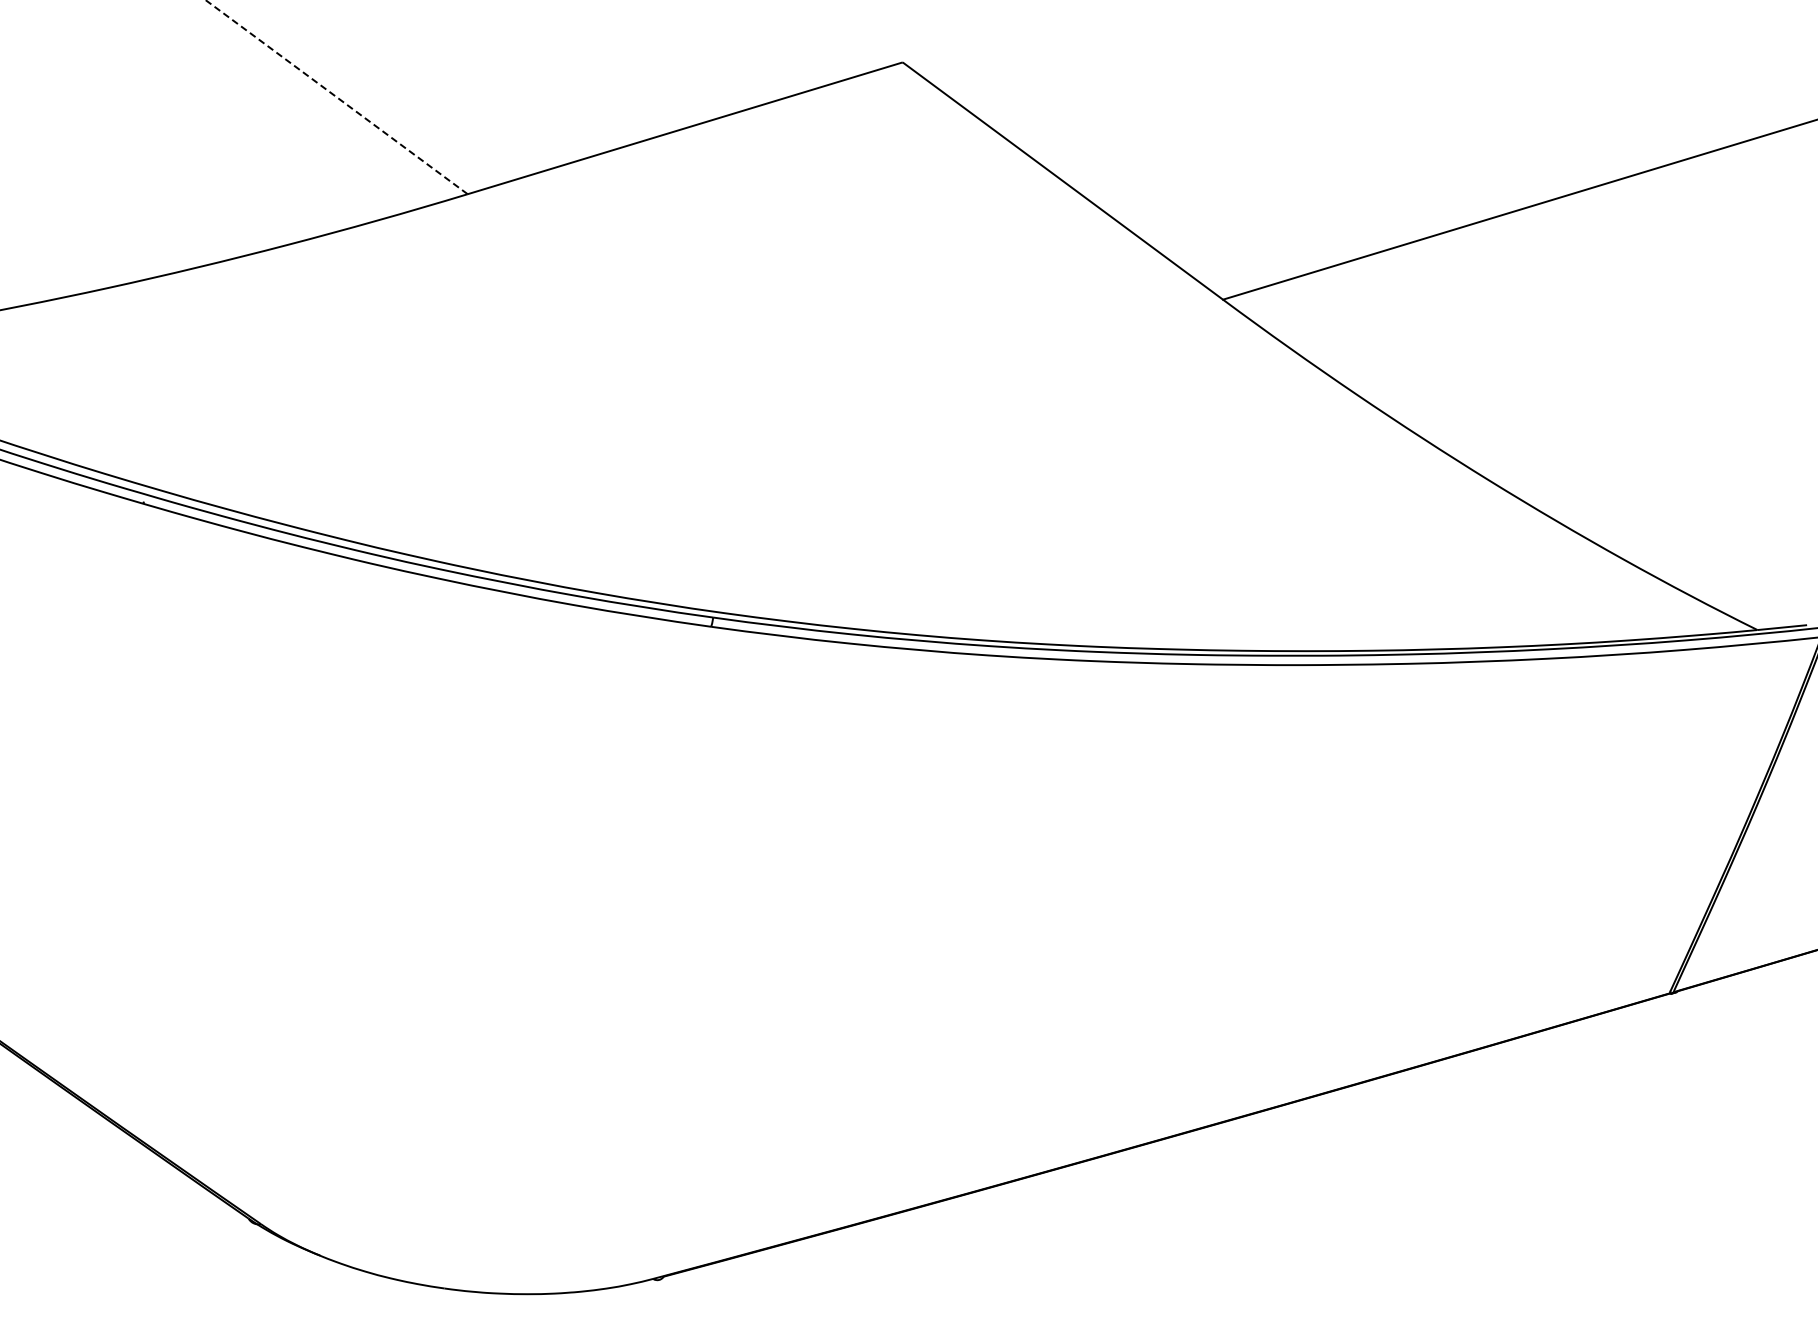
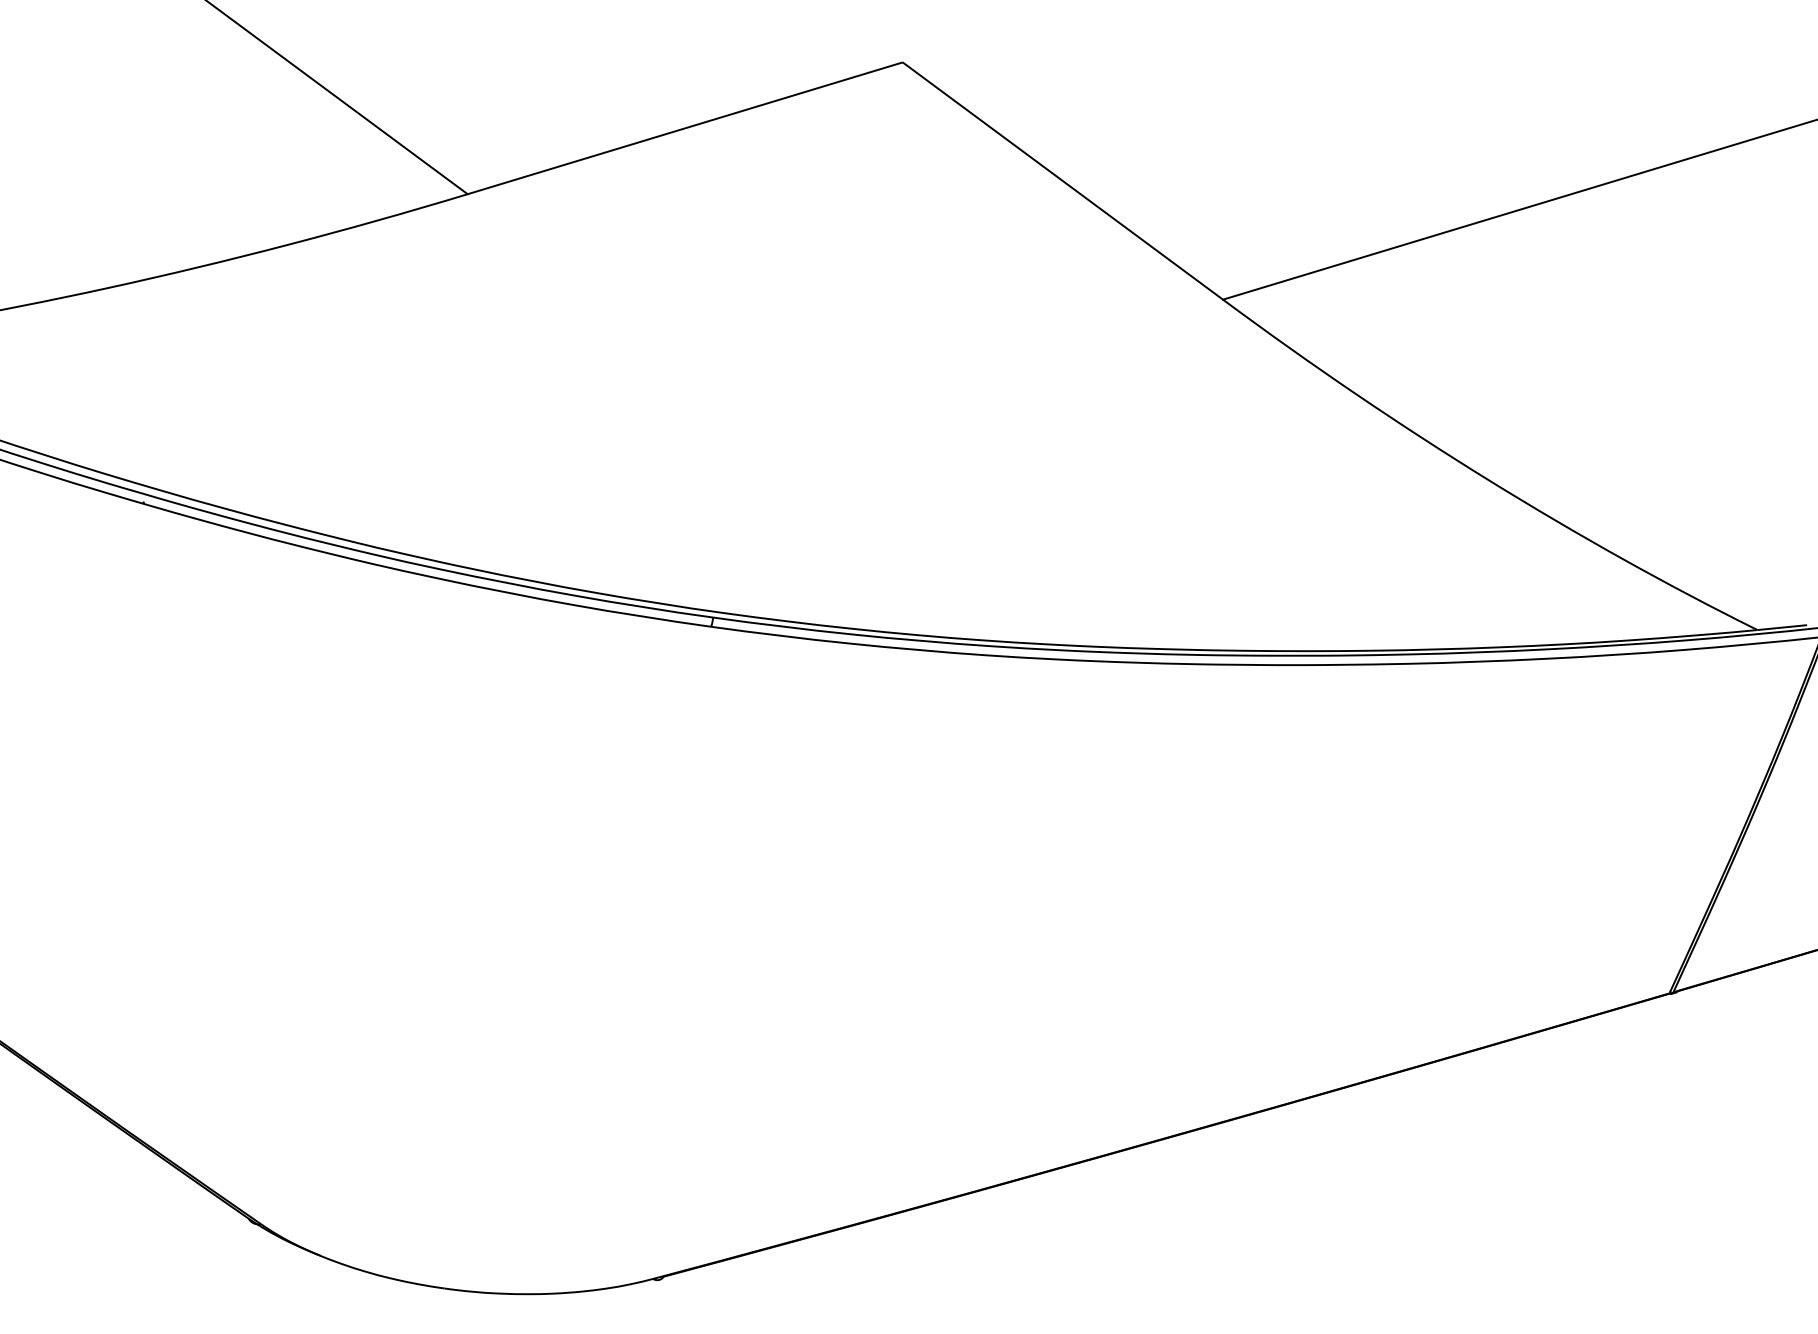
line at (336, 97): dashed -> solid
